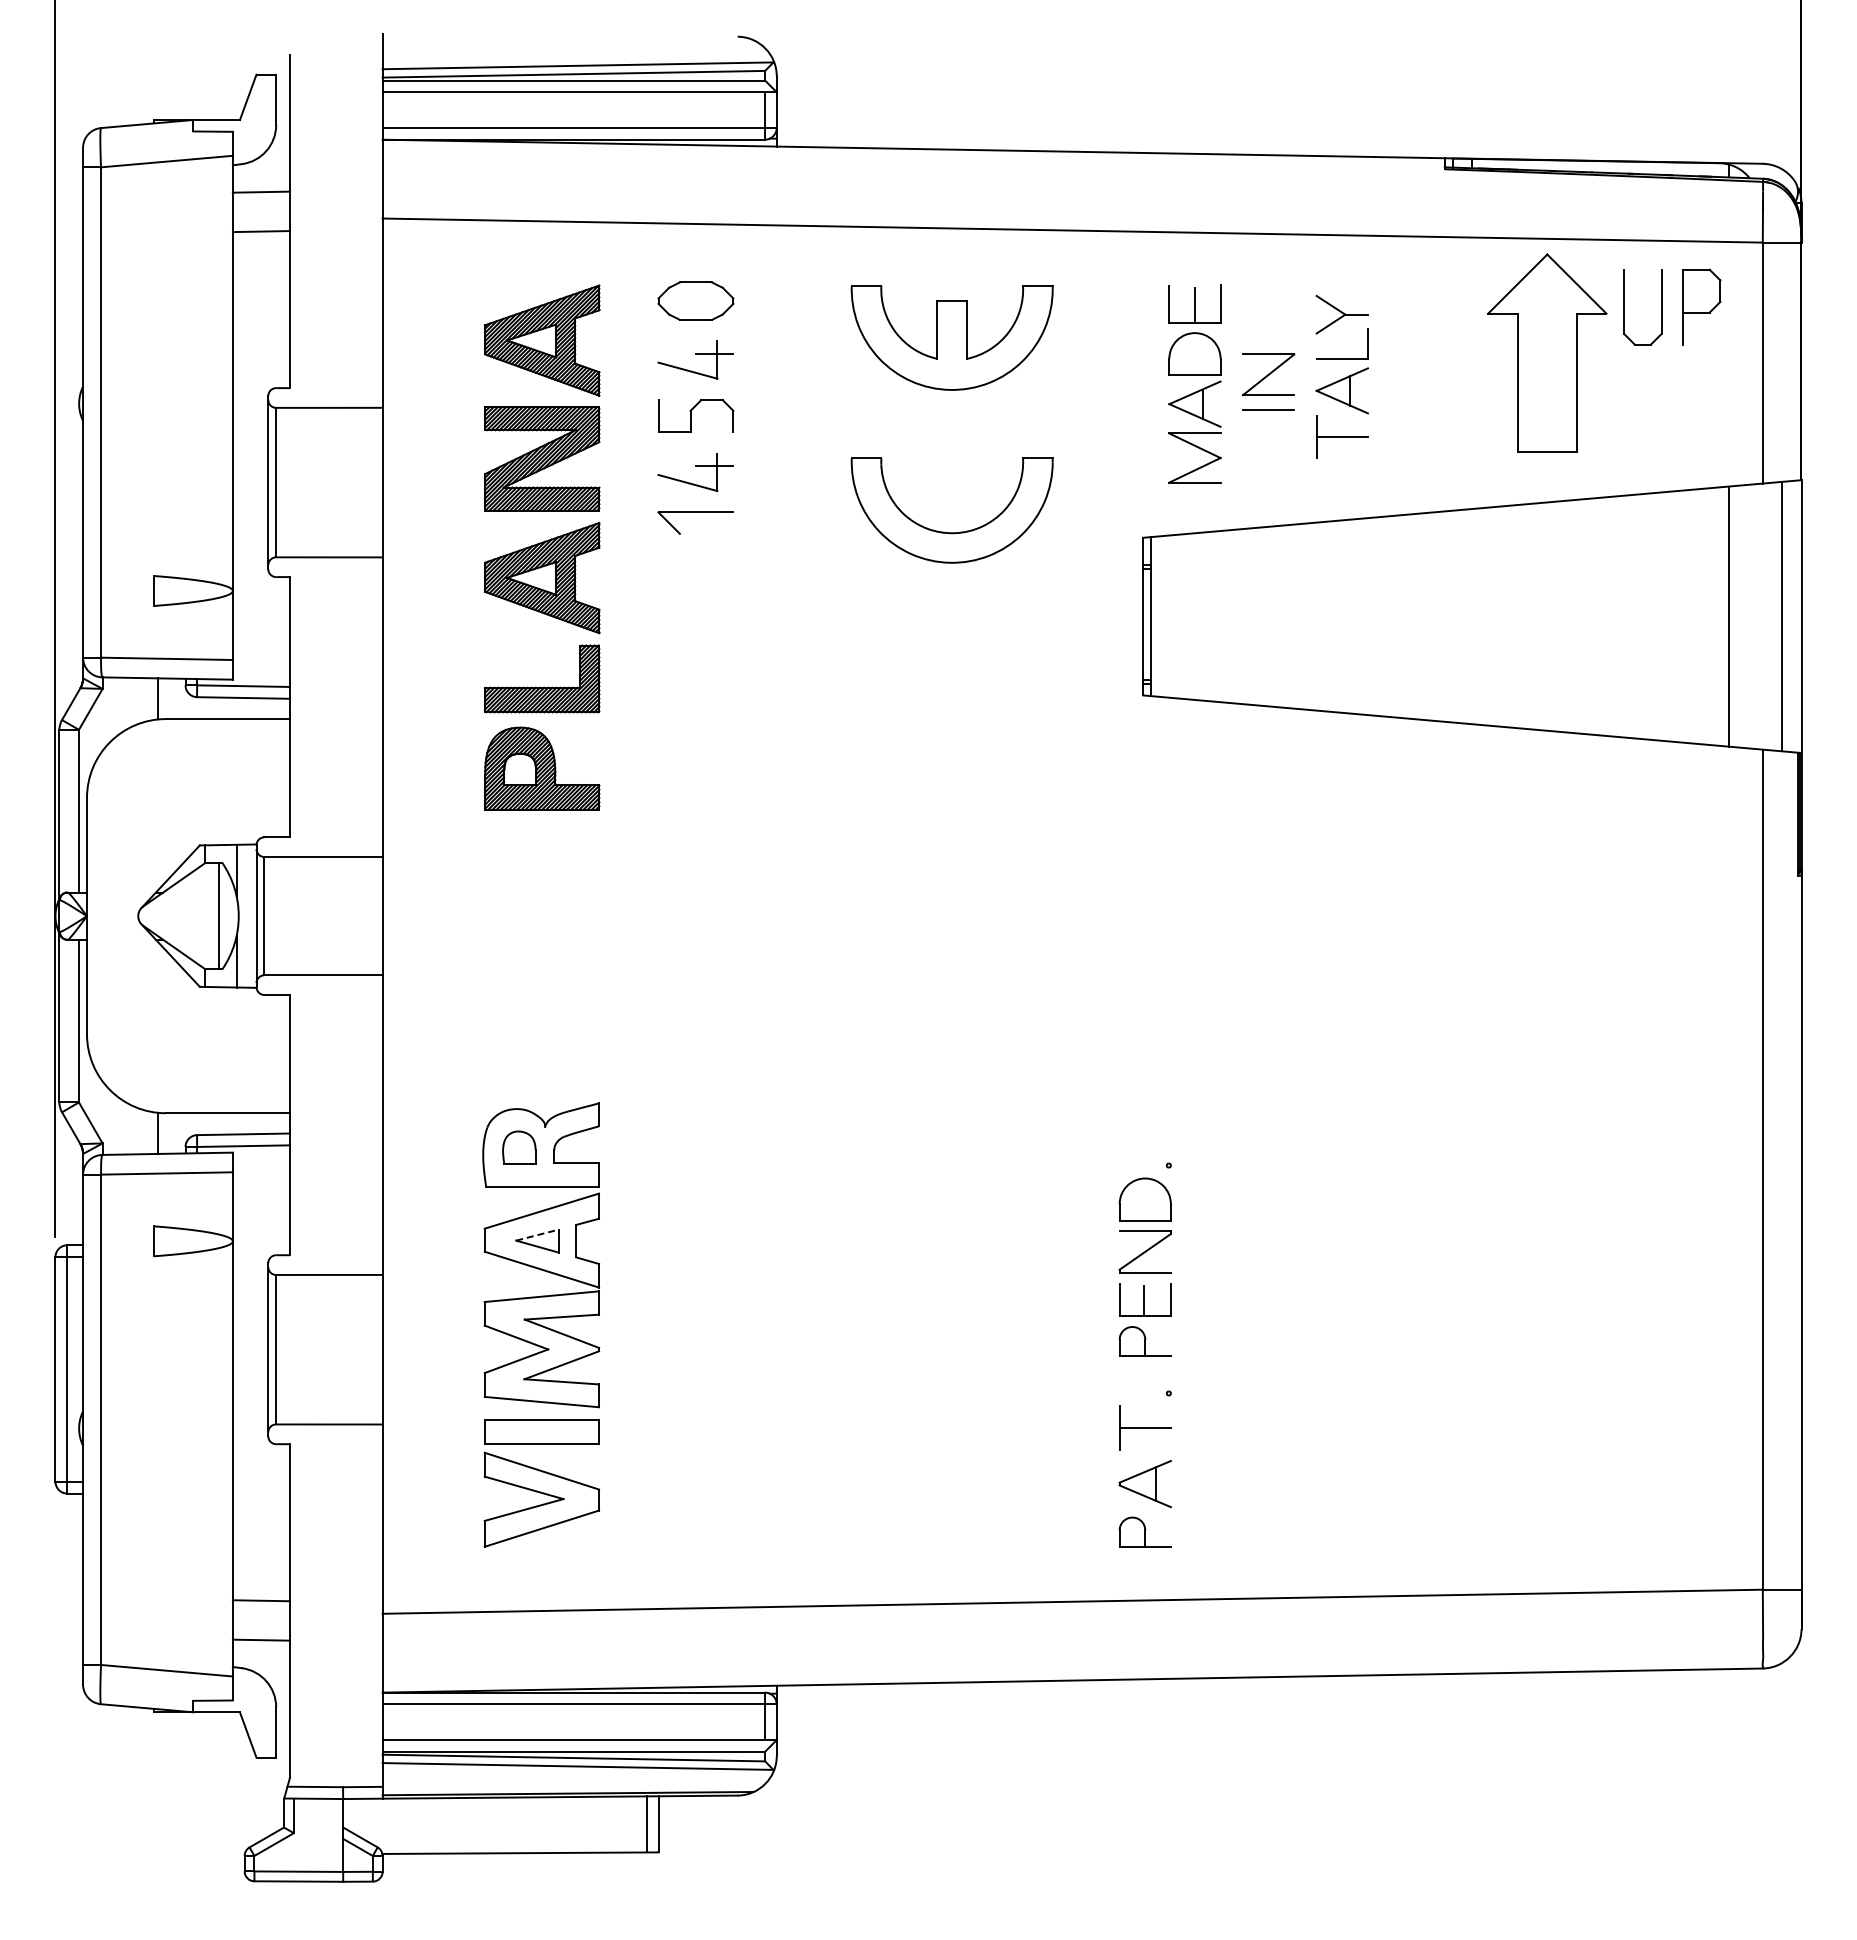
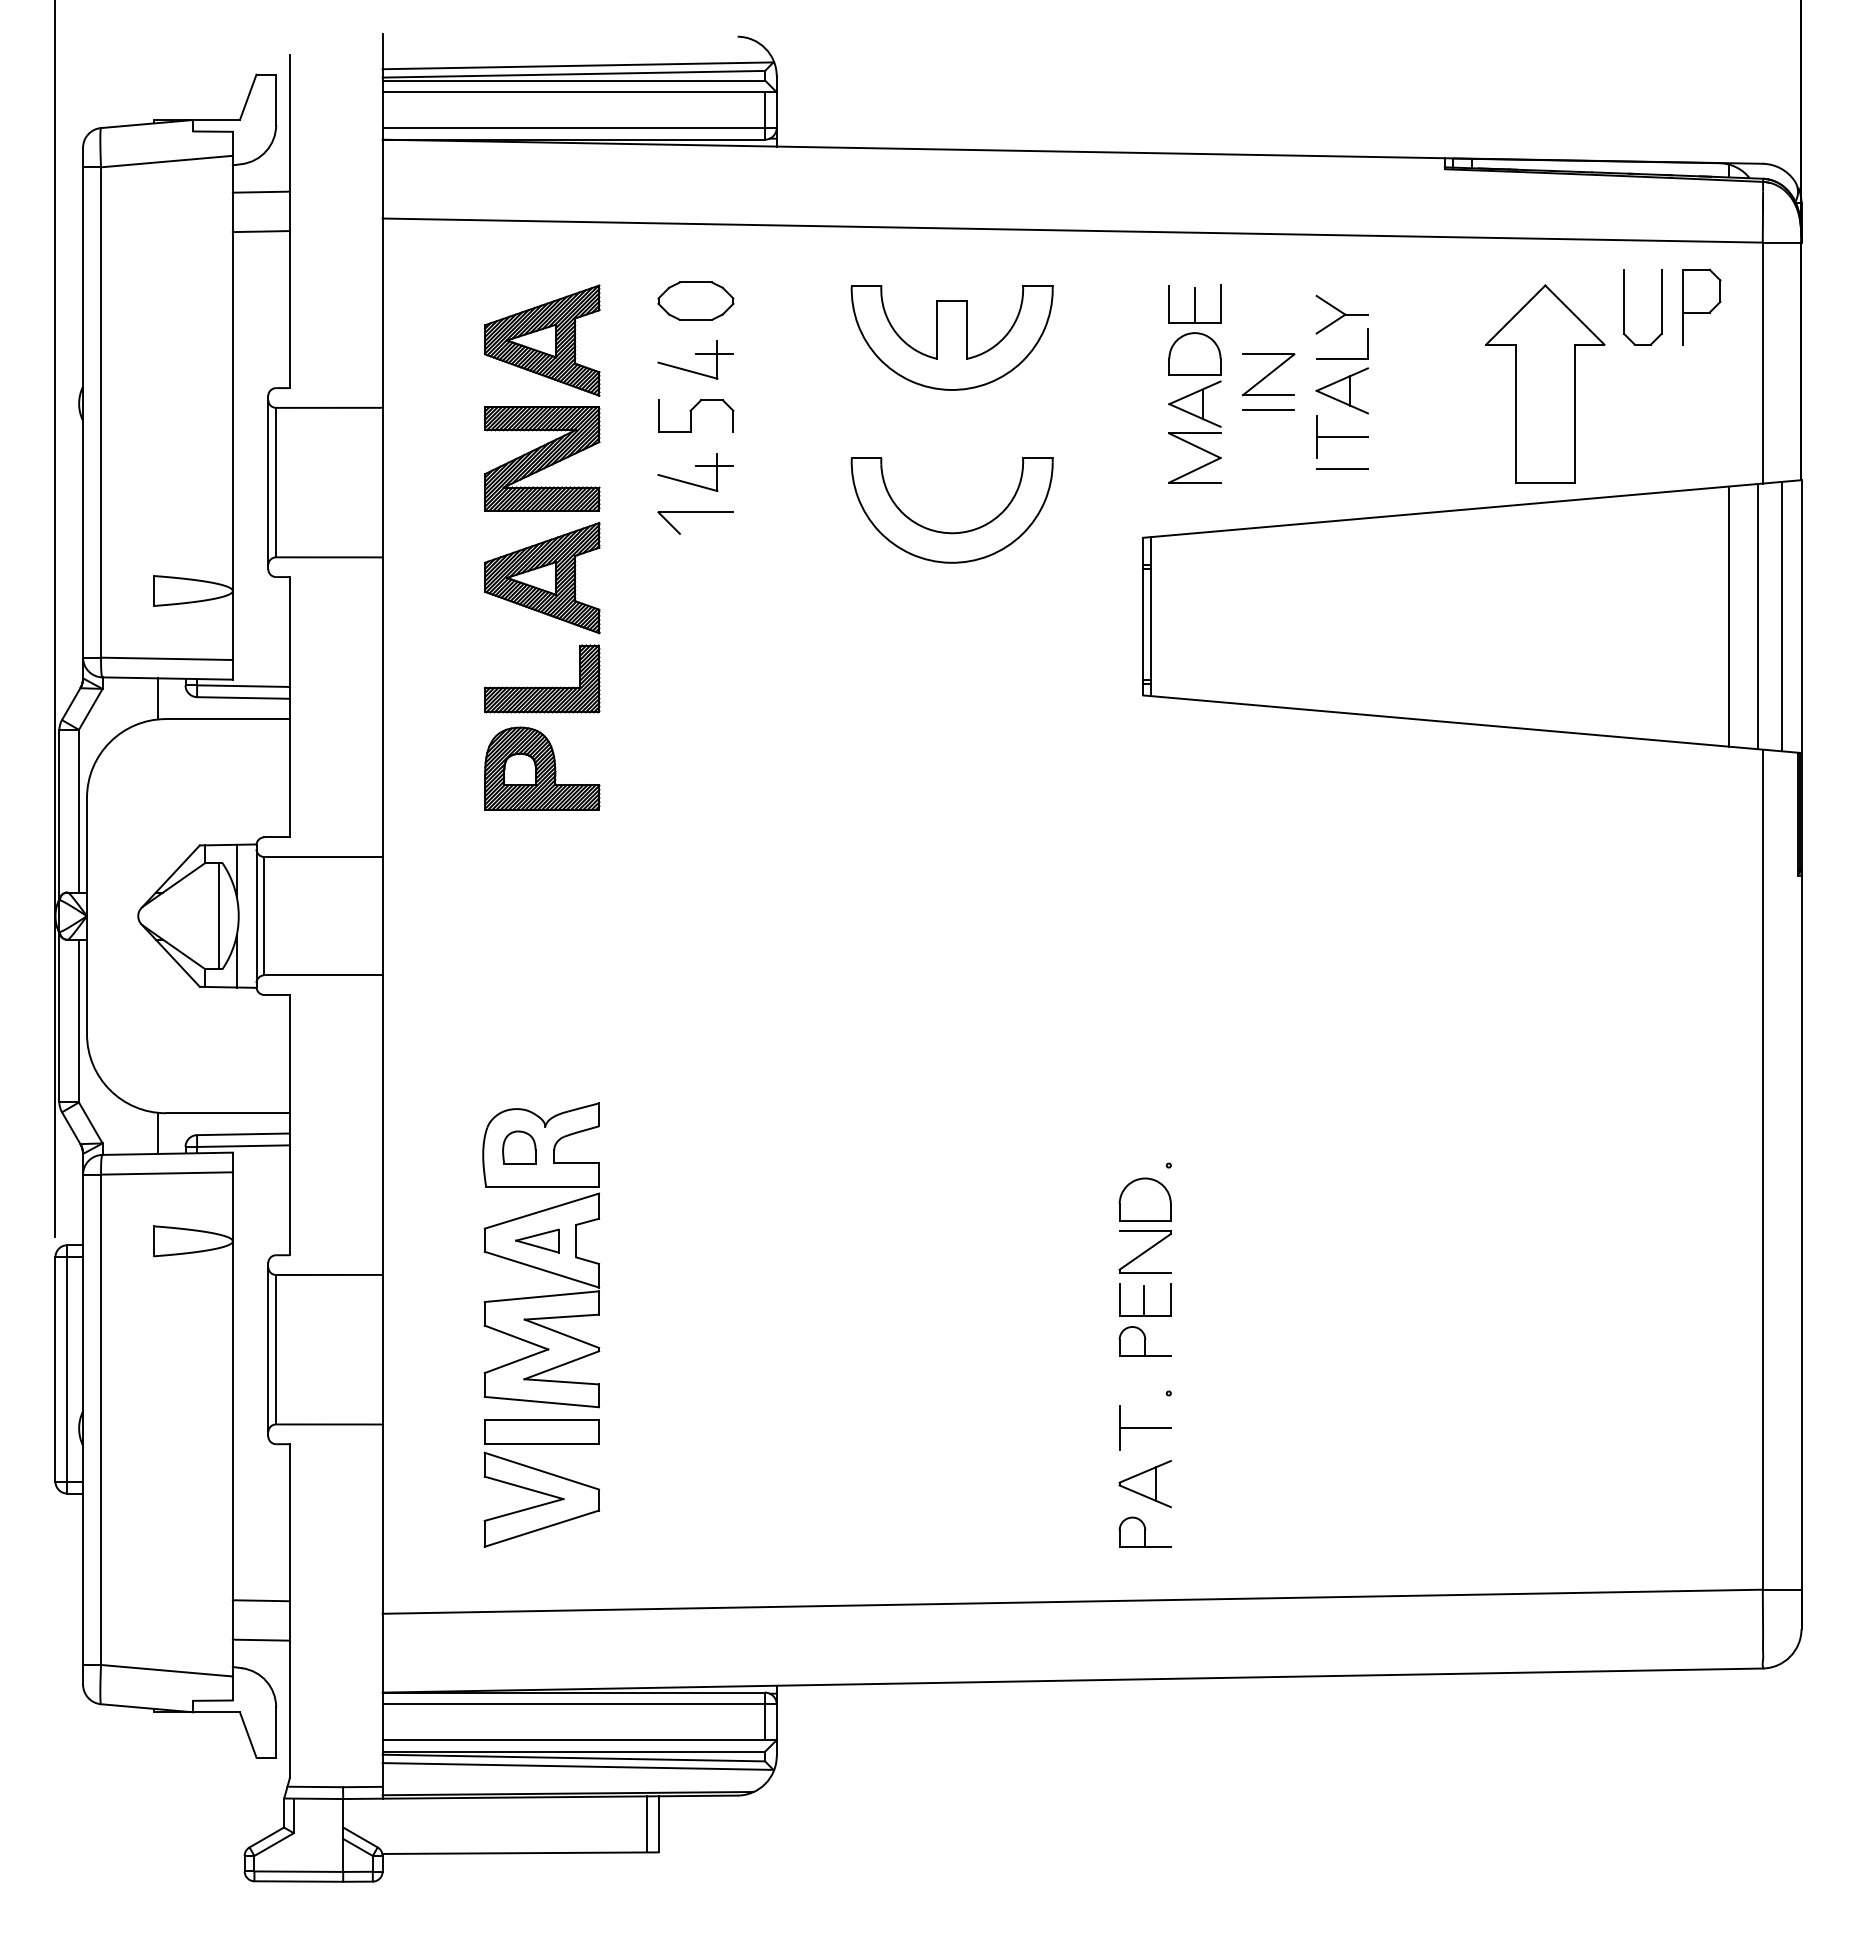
part at (1547, 352) position: (1547, 352) -> (1545, 383)
line at (1341, 468): none -> present
line at (1758, 616): none -> present
line at (537, 1235): dashed -> solid
